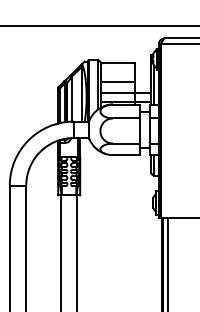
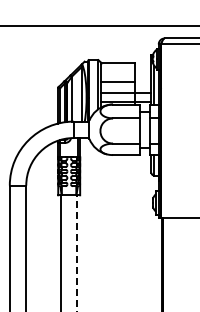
line at (77, 253): solid -> dashed
line at (167, 262): present -> none
